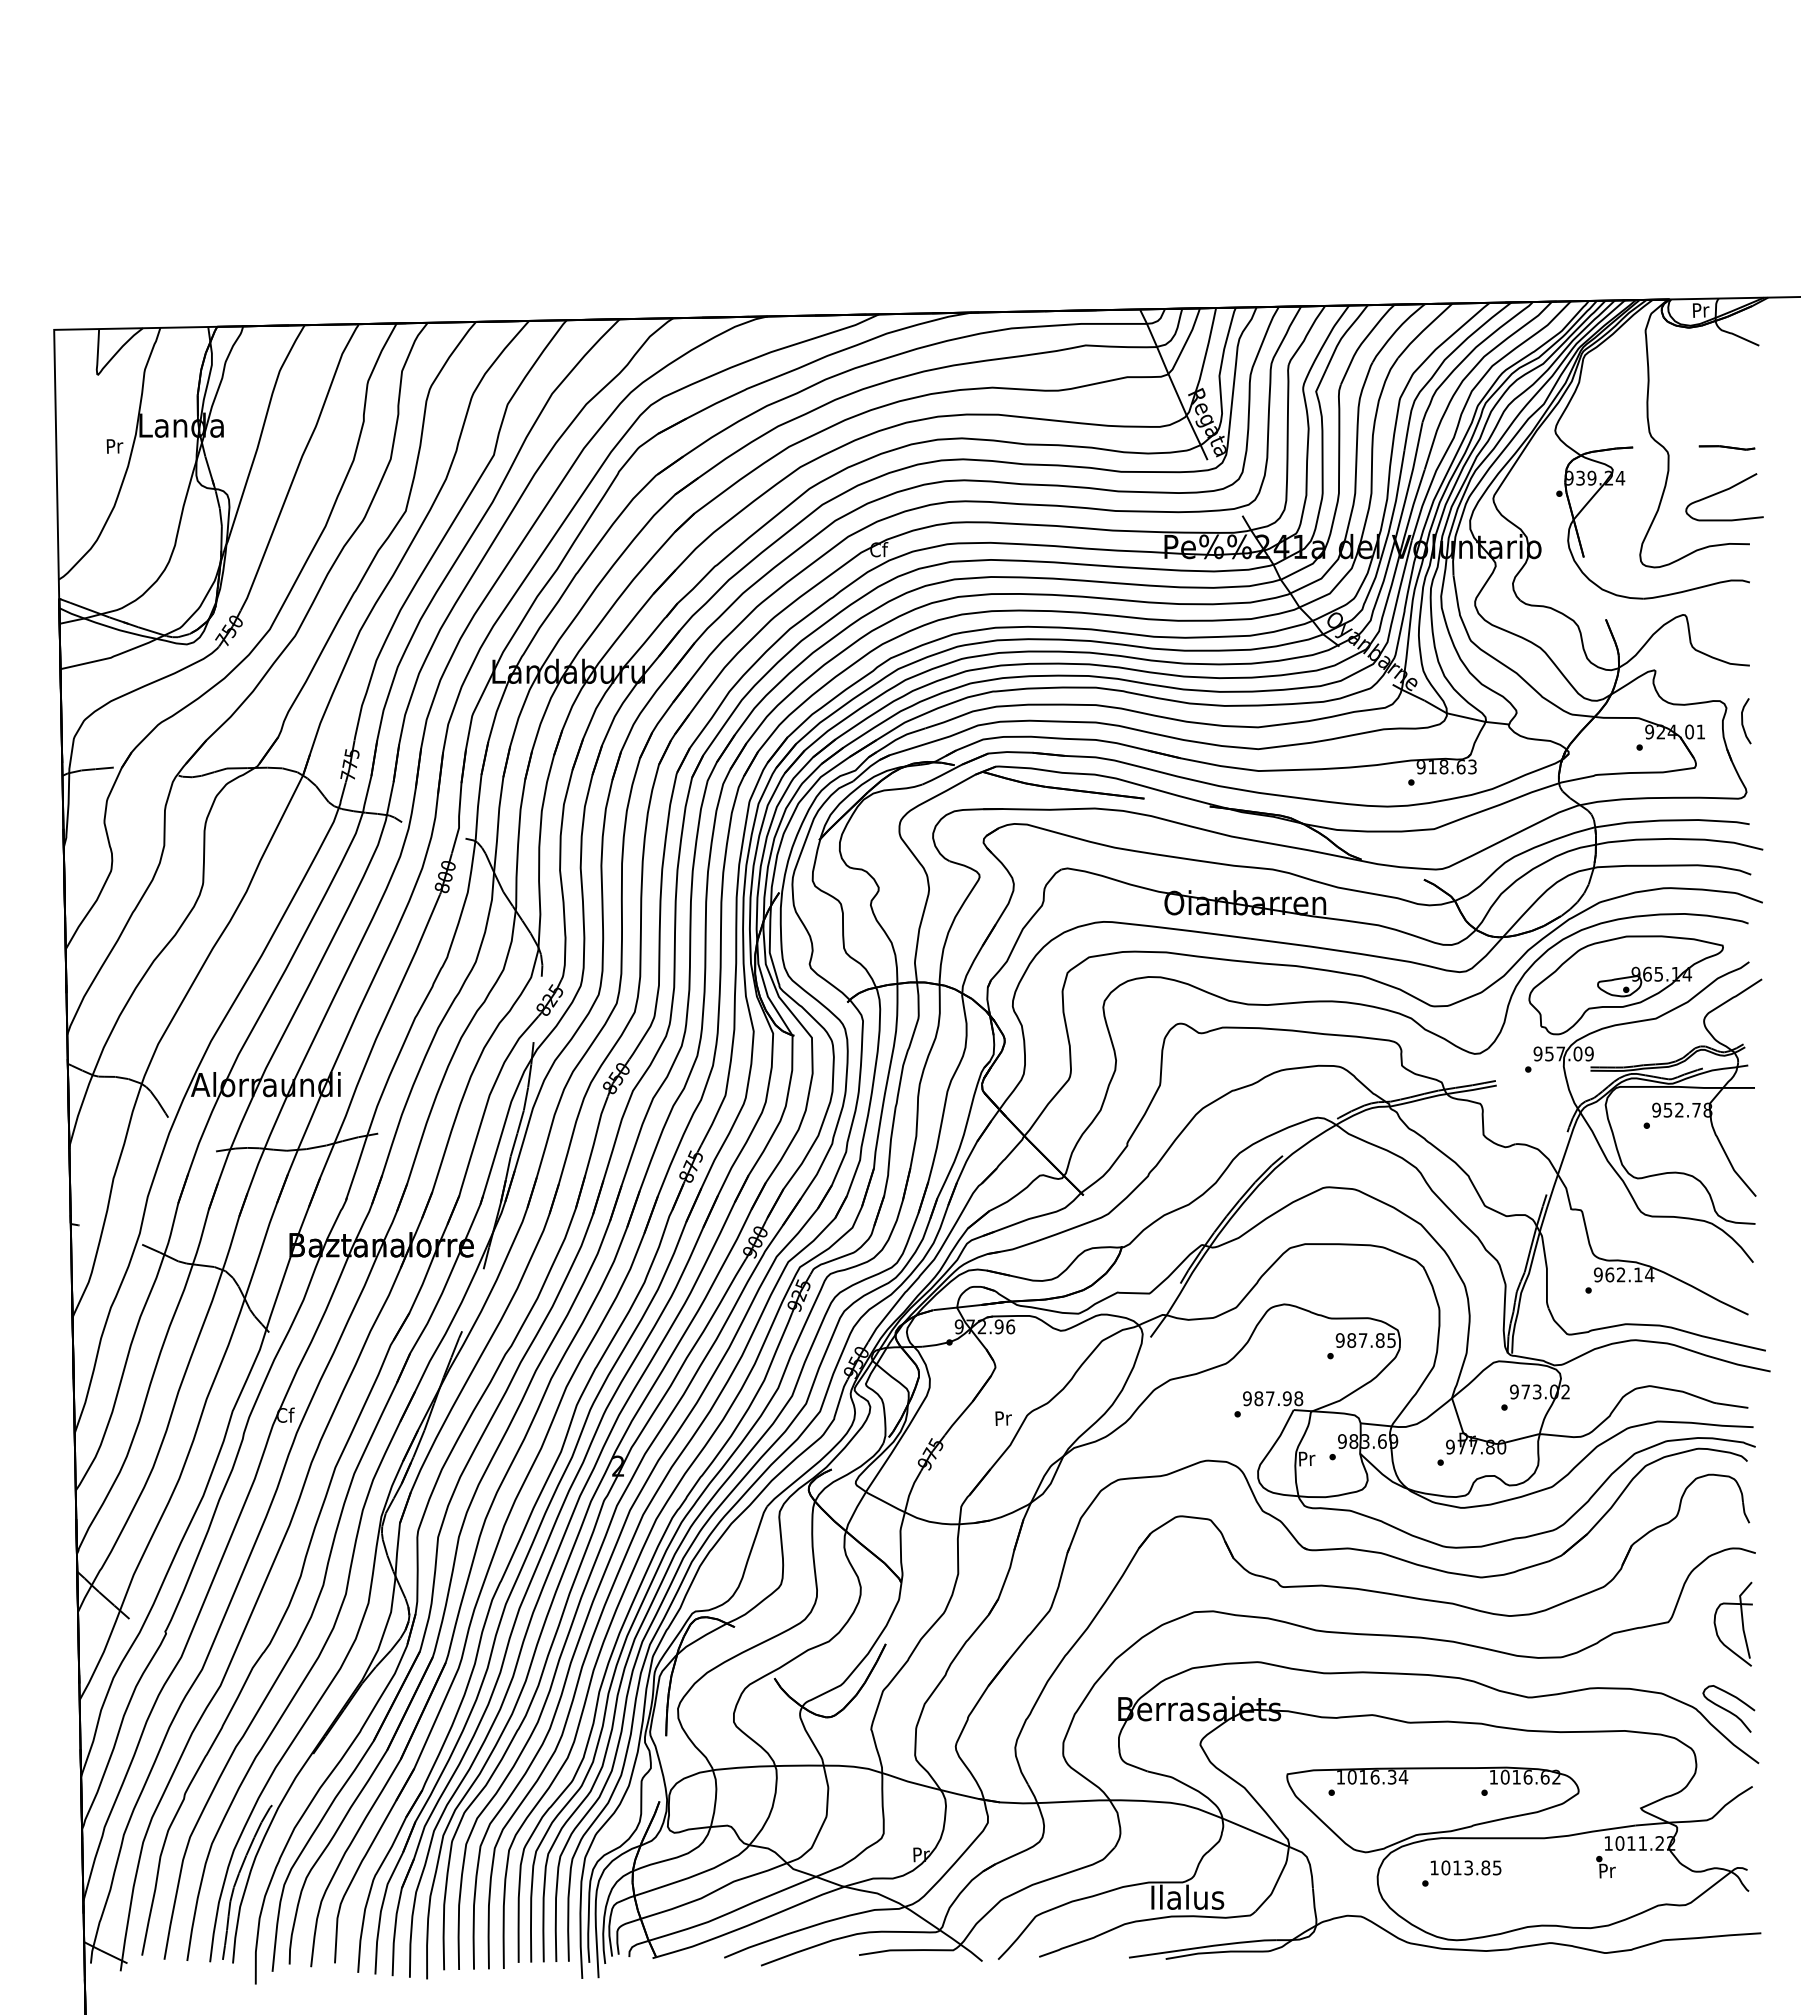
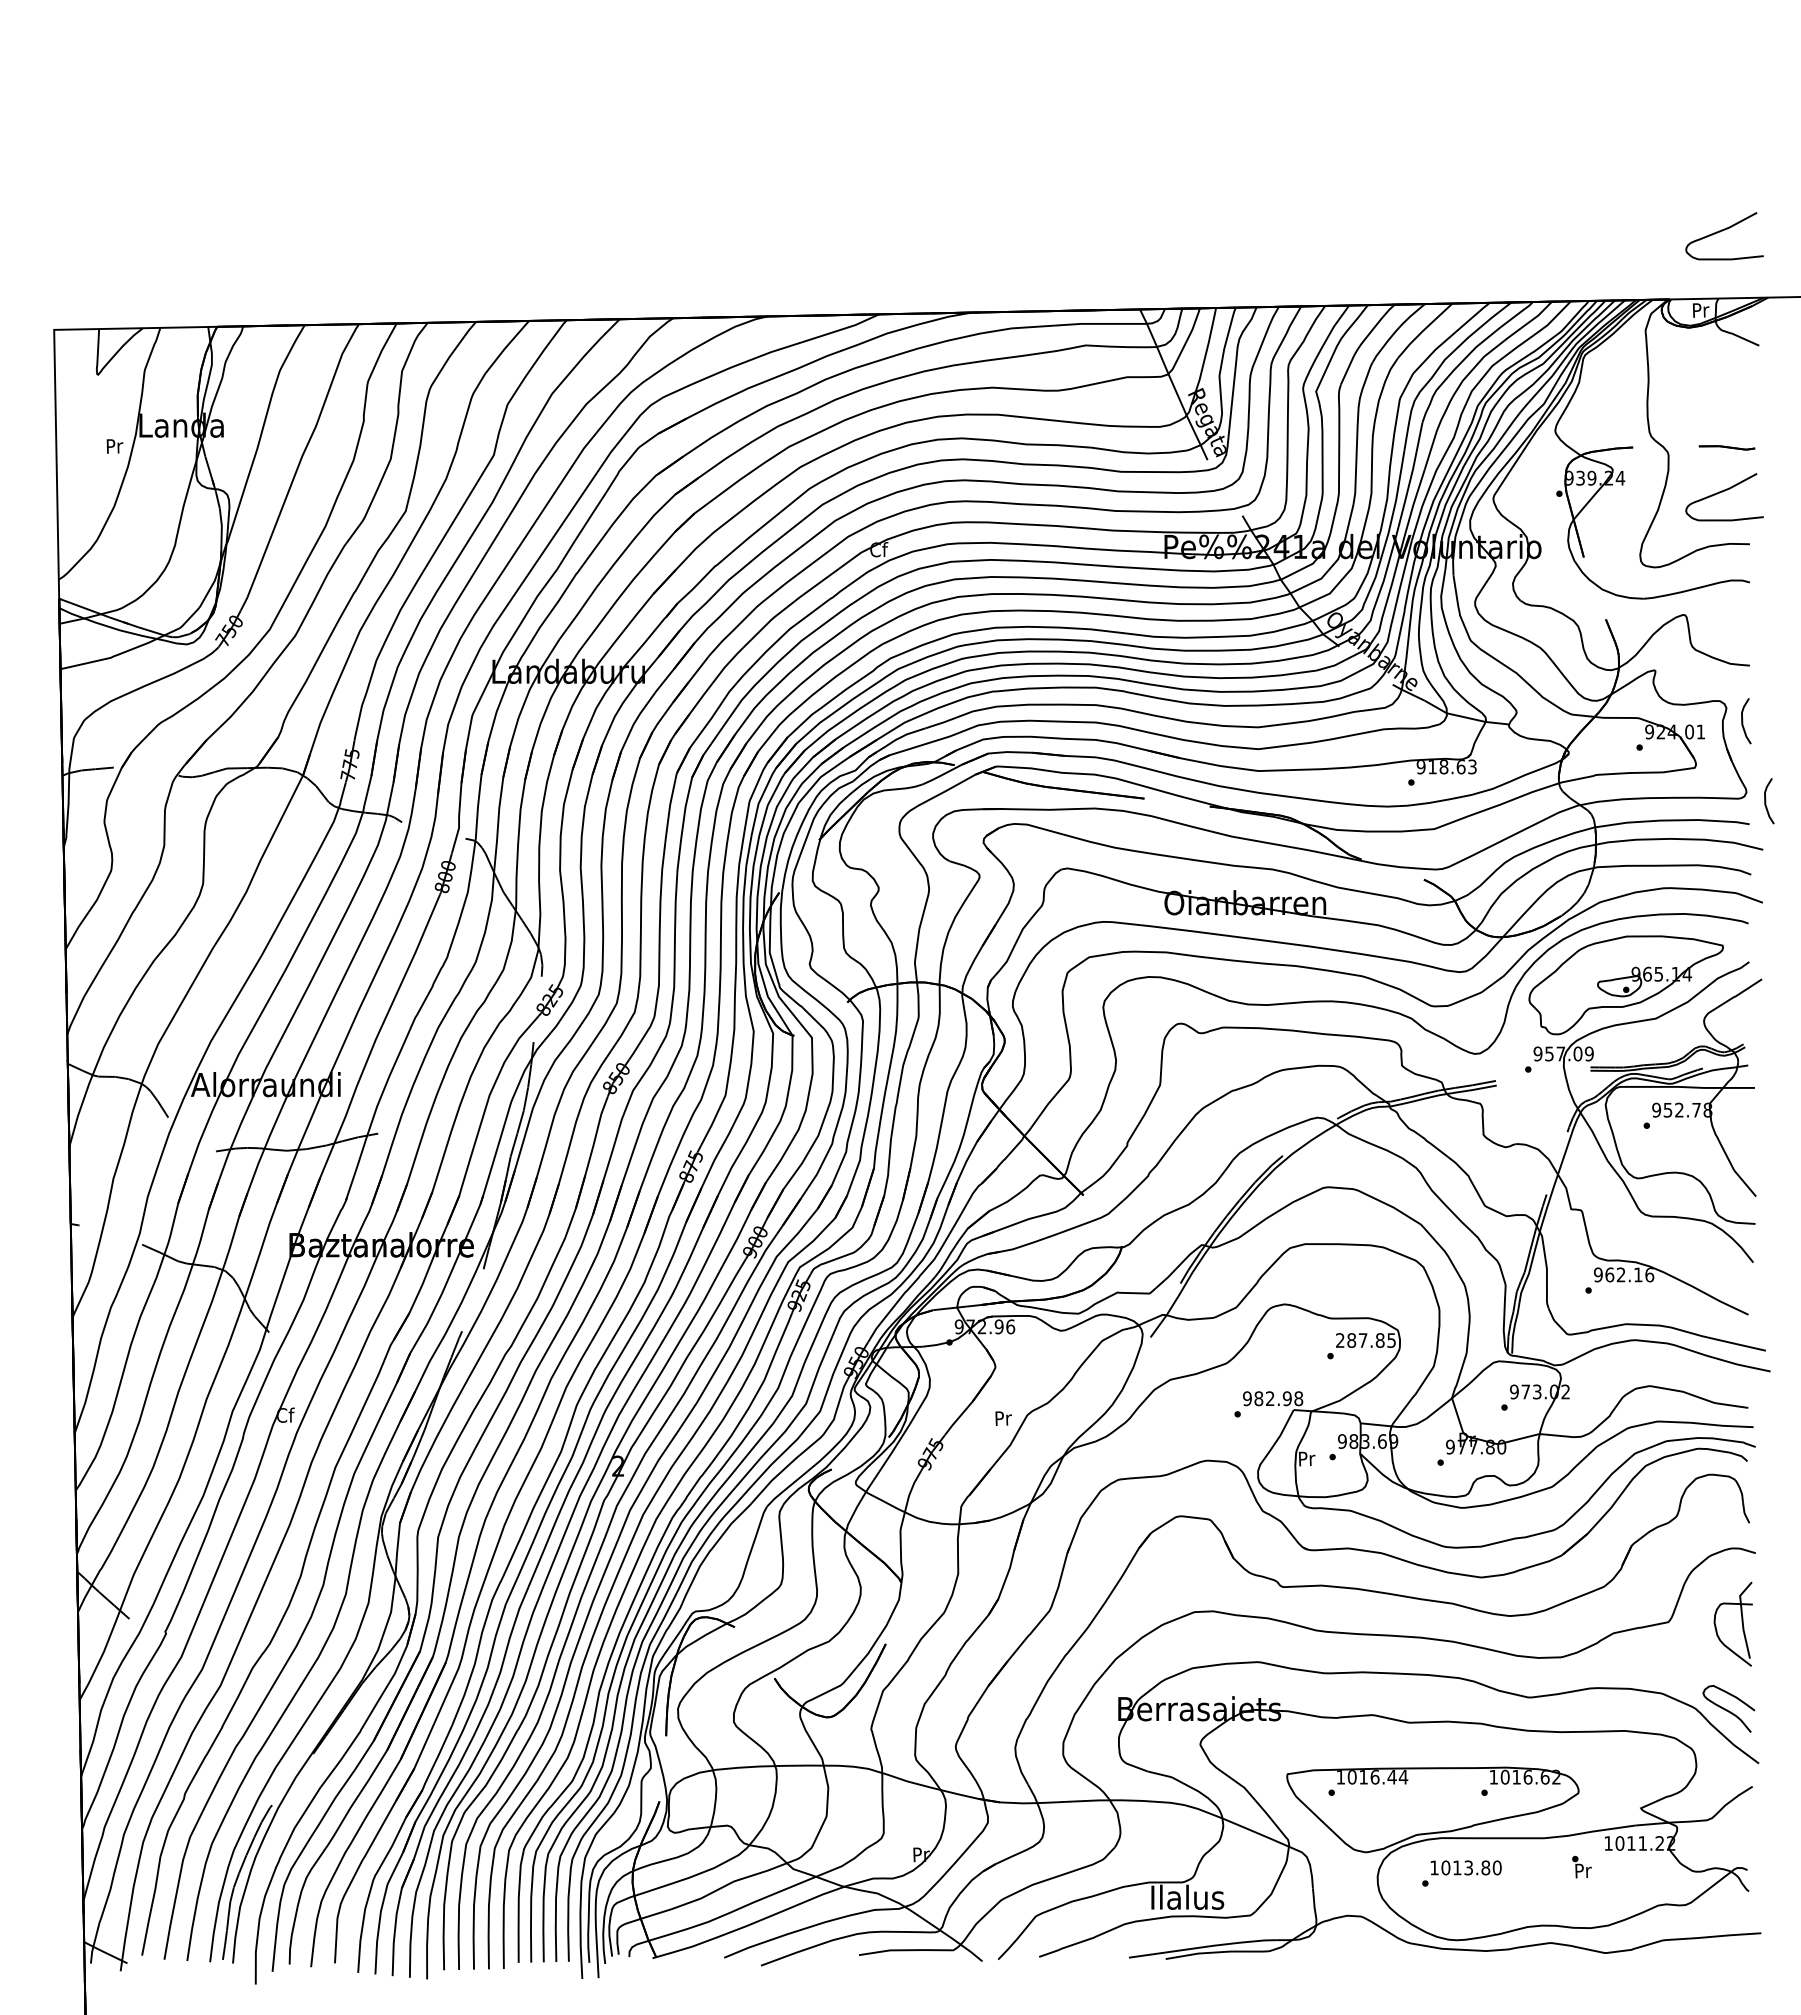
curve at (1722, 231): none -> present
curve at (1766, 801): none -> present
text at (1649, 1274): 962.14 -> 962.16
text at (1339, 1340): 987.85 -> 287.85
text at (1270, 1398): 987.98 -> 982.98
text at (1391, 1776): 1016.34 -> 1016.44
text at (1605, 1866) position: (1605, 1866) -> (1581, 1866)
text at (1496, 1867): 1013.85 -> 1013.80
